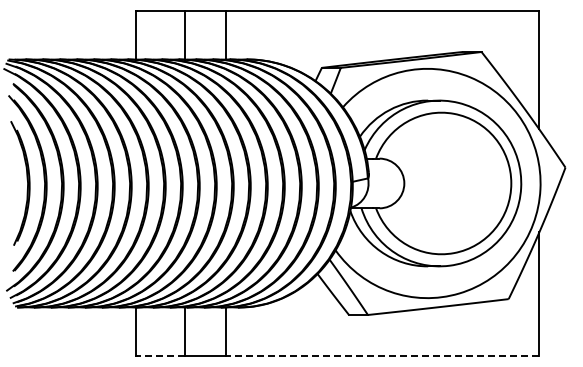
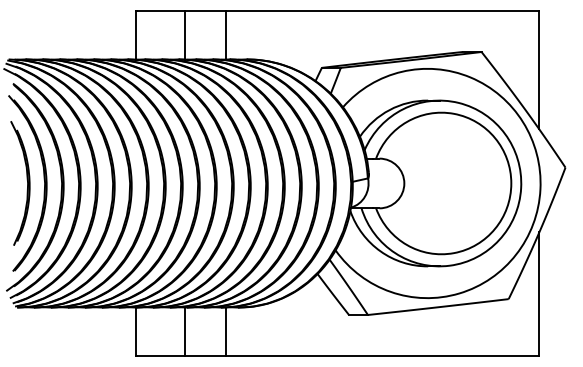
line at (161, 356): dashed -> solid
line at (382, 356): dashed -> solid
